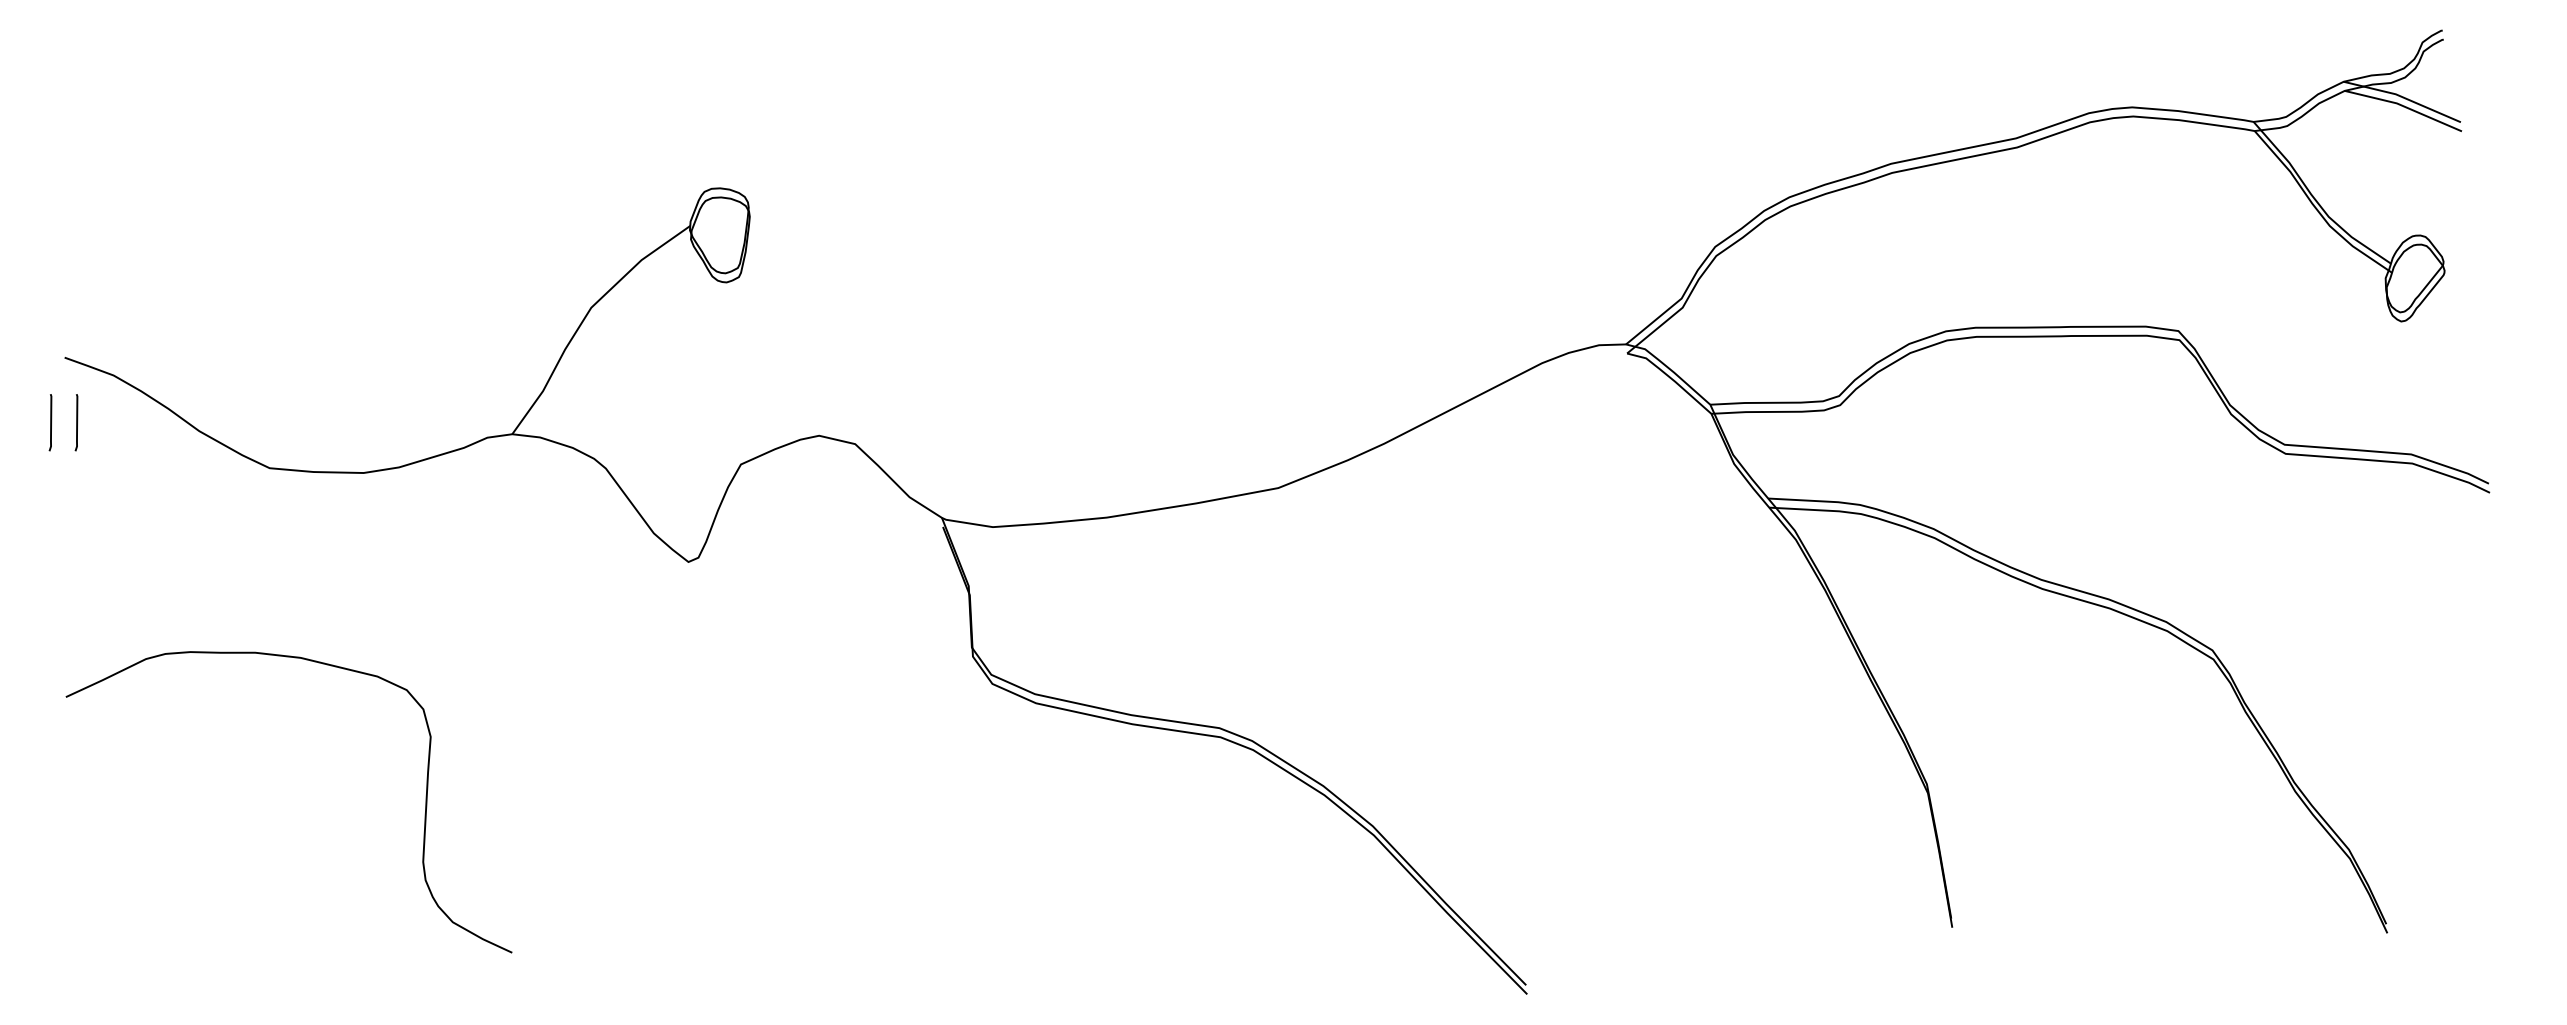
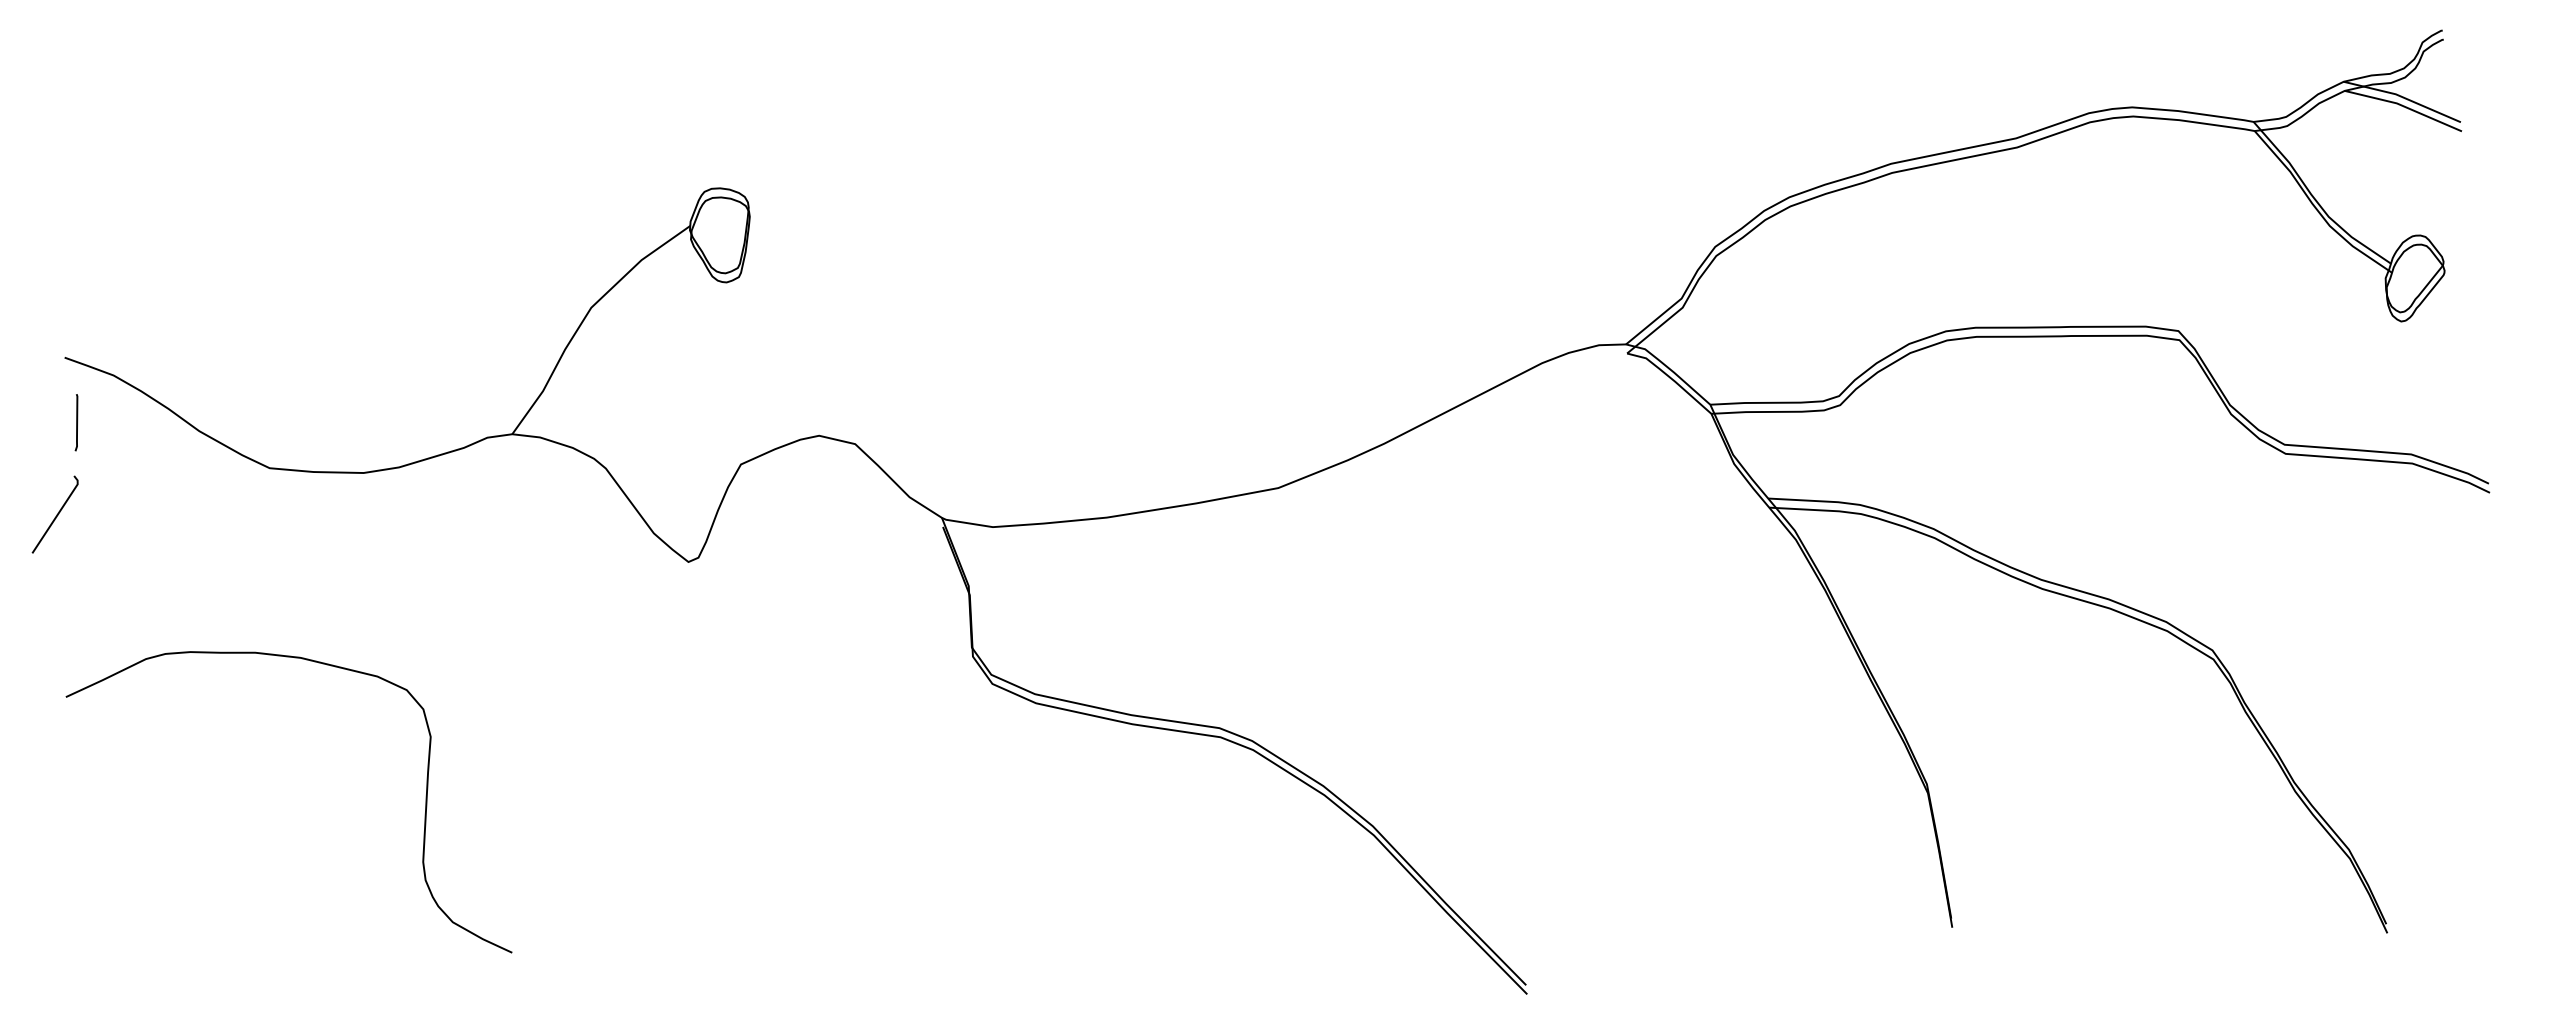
line at (50, 422): present -> none
line at (56, 514): none -> present
